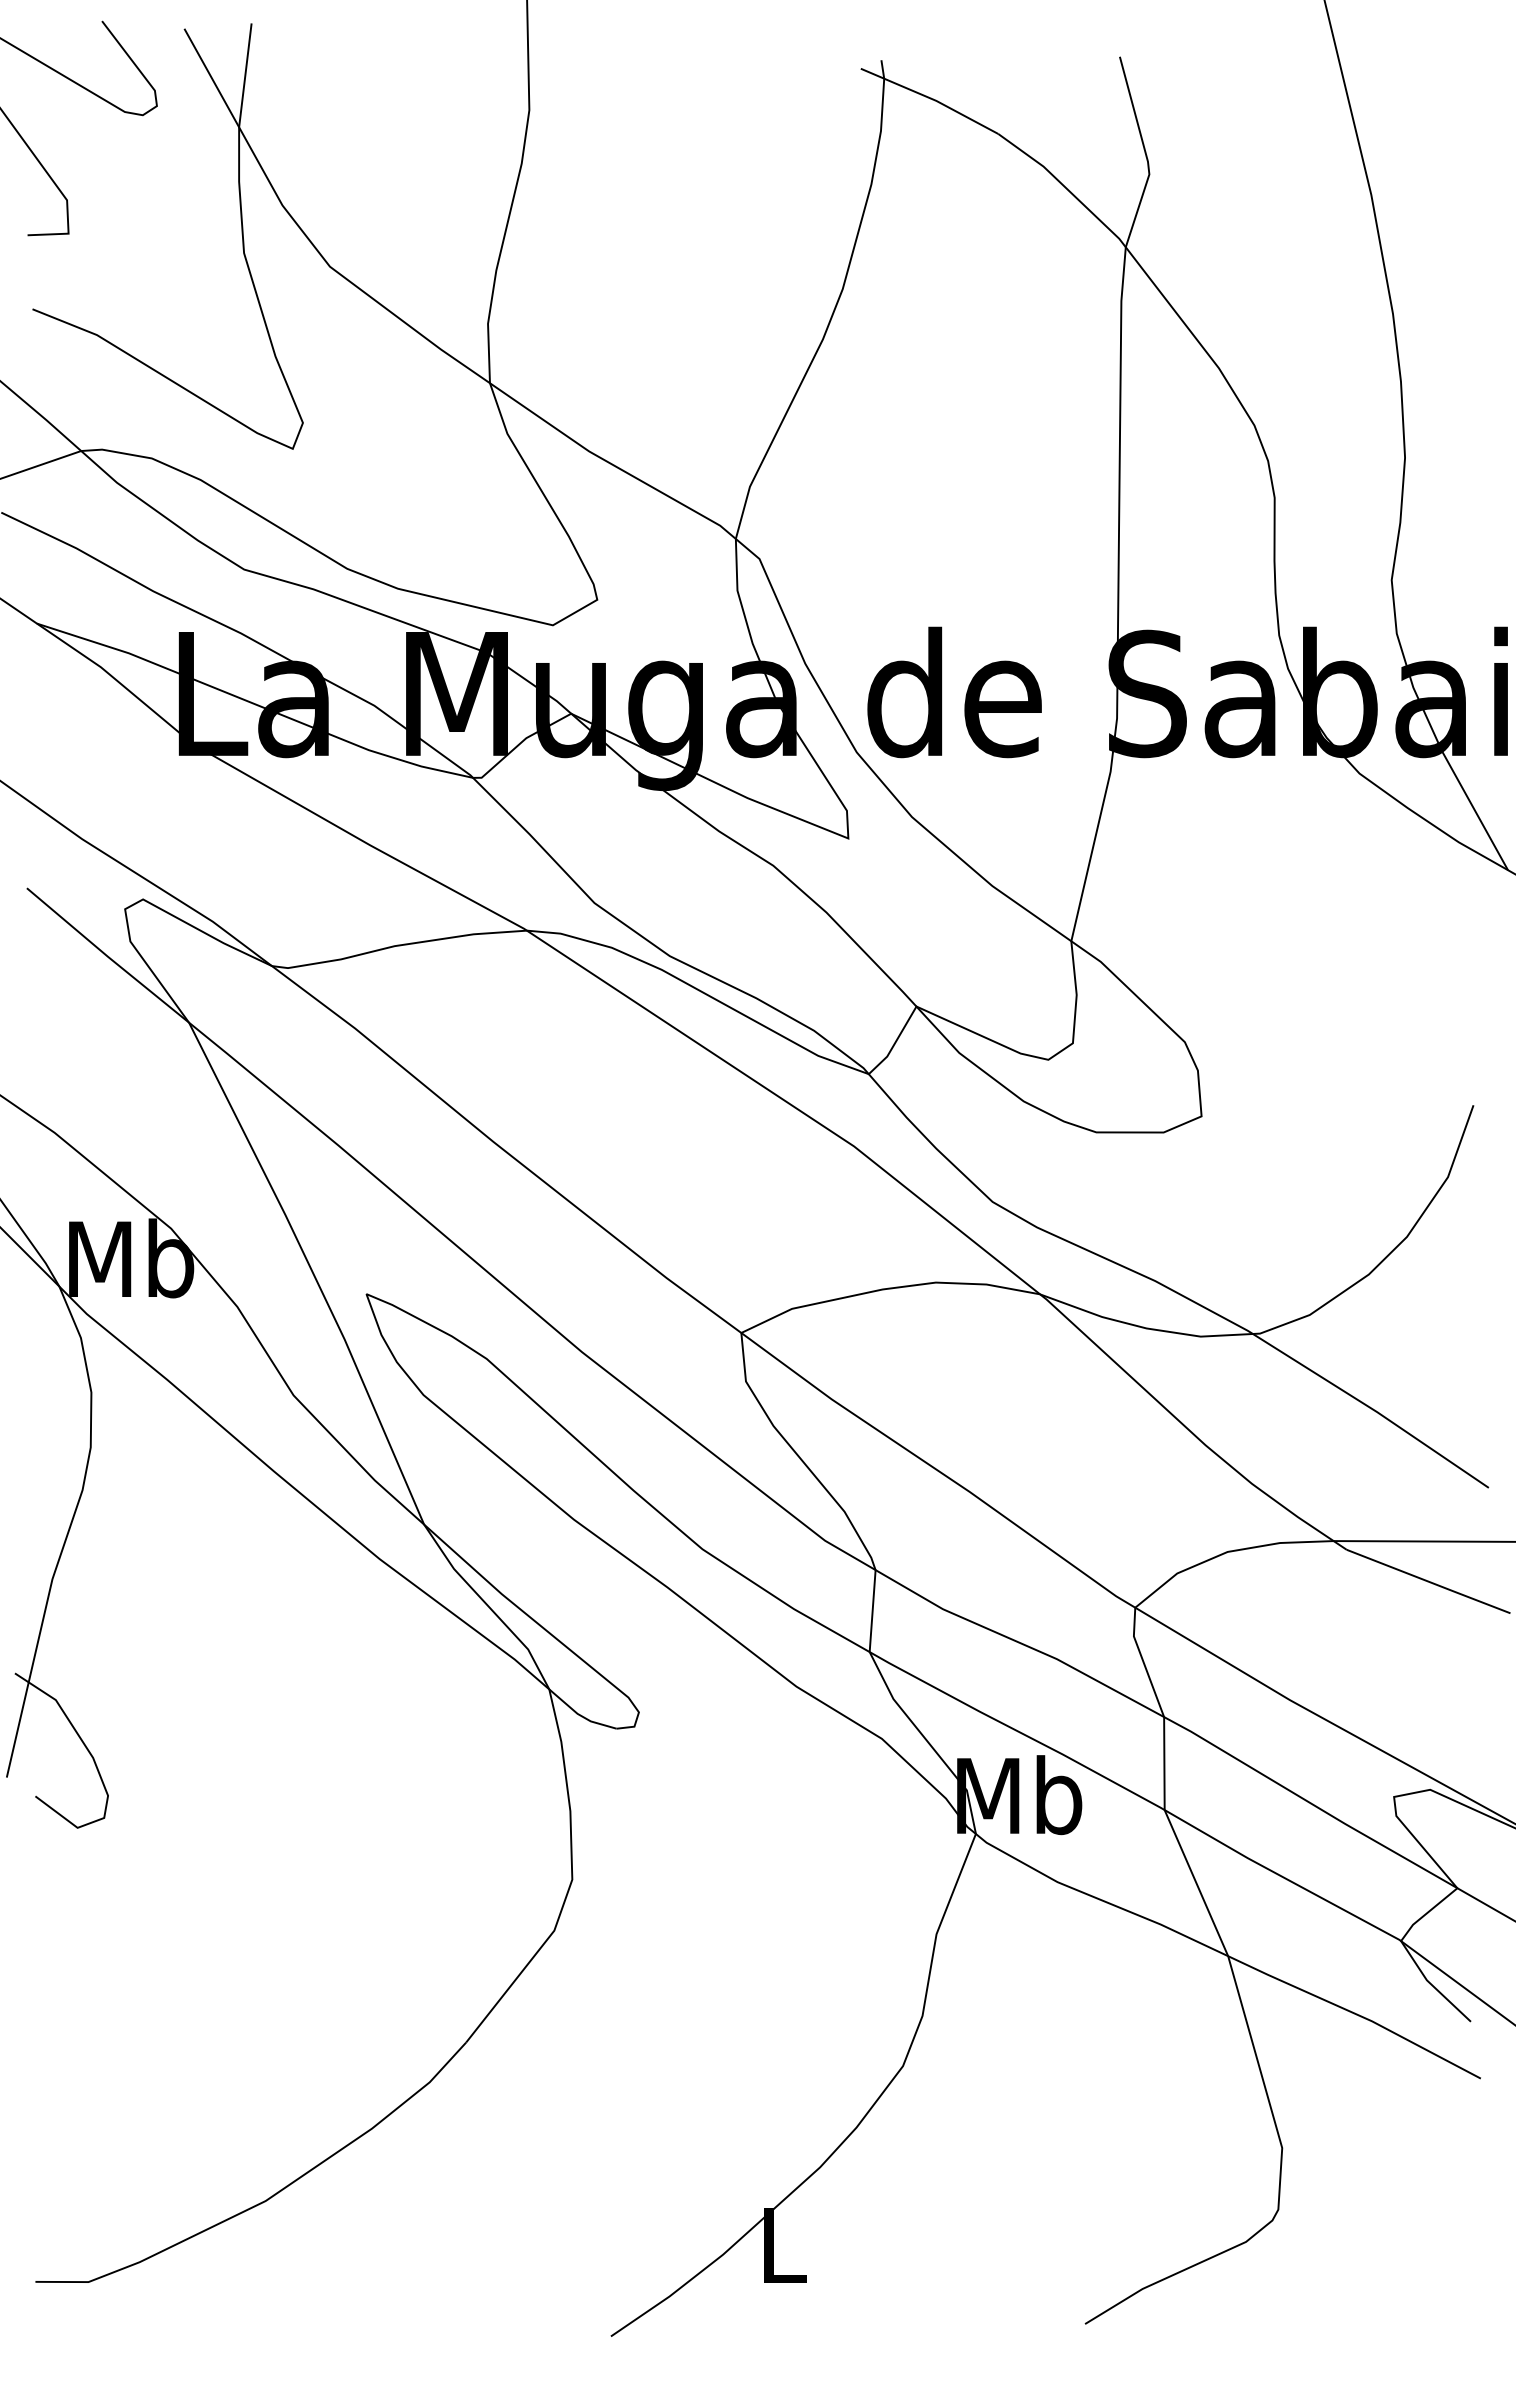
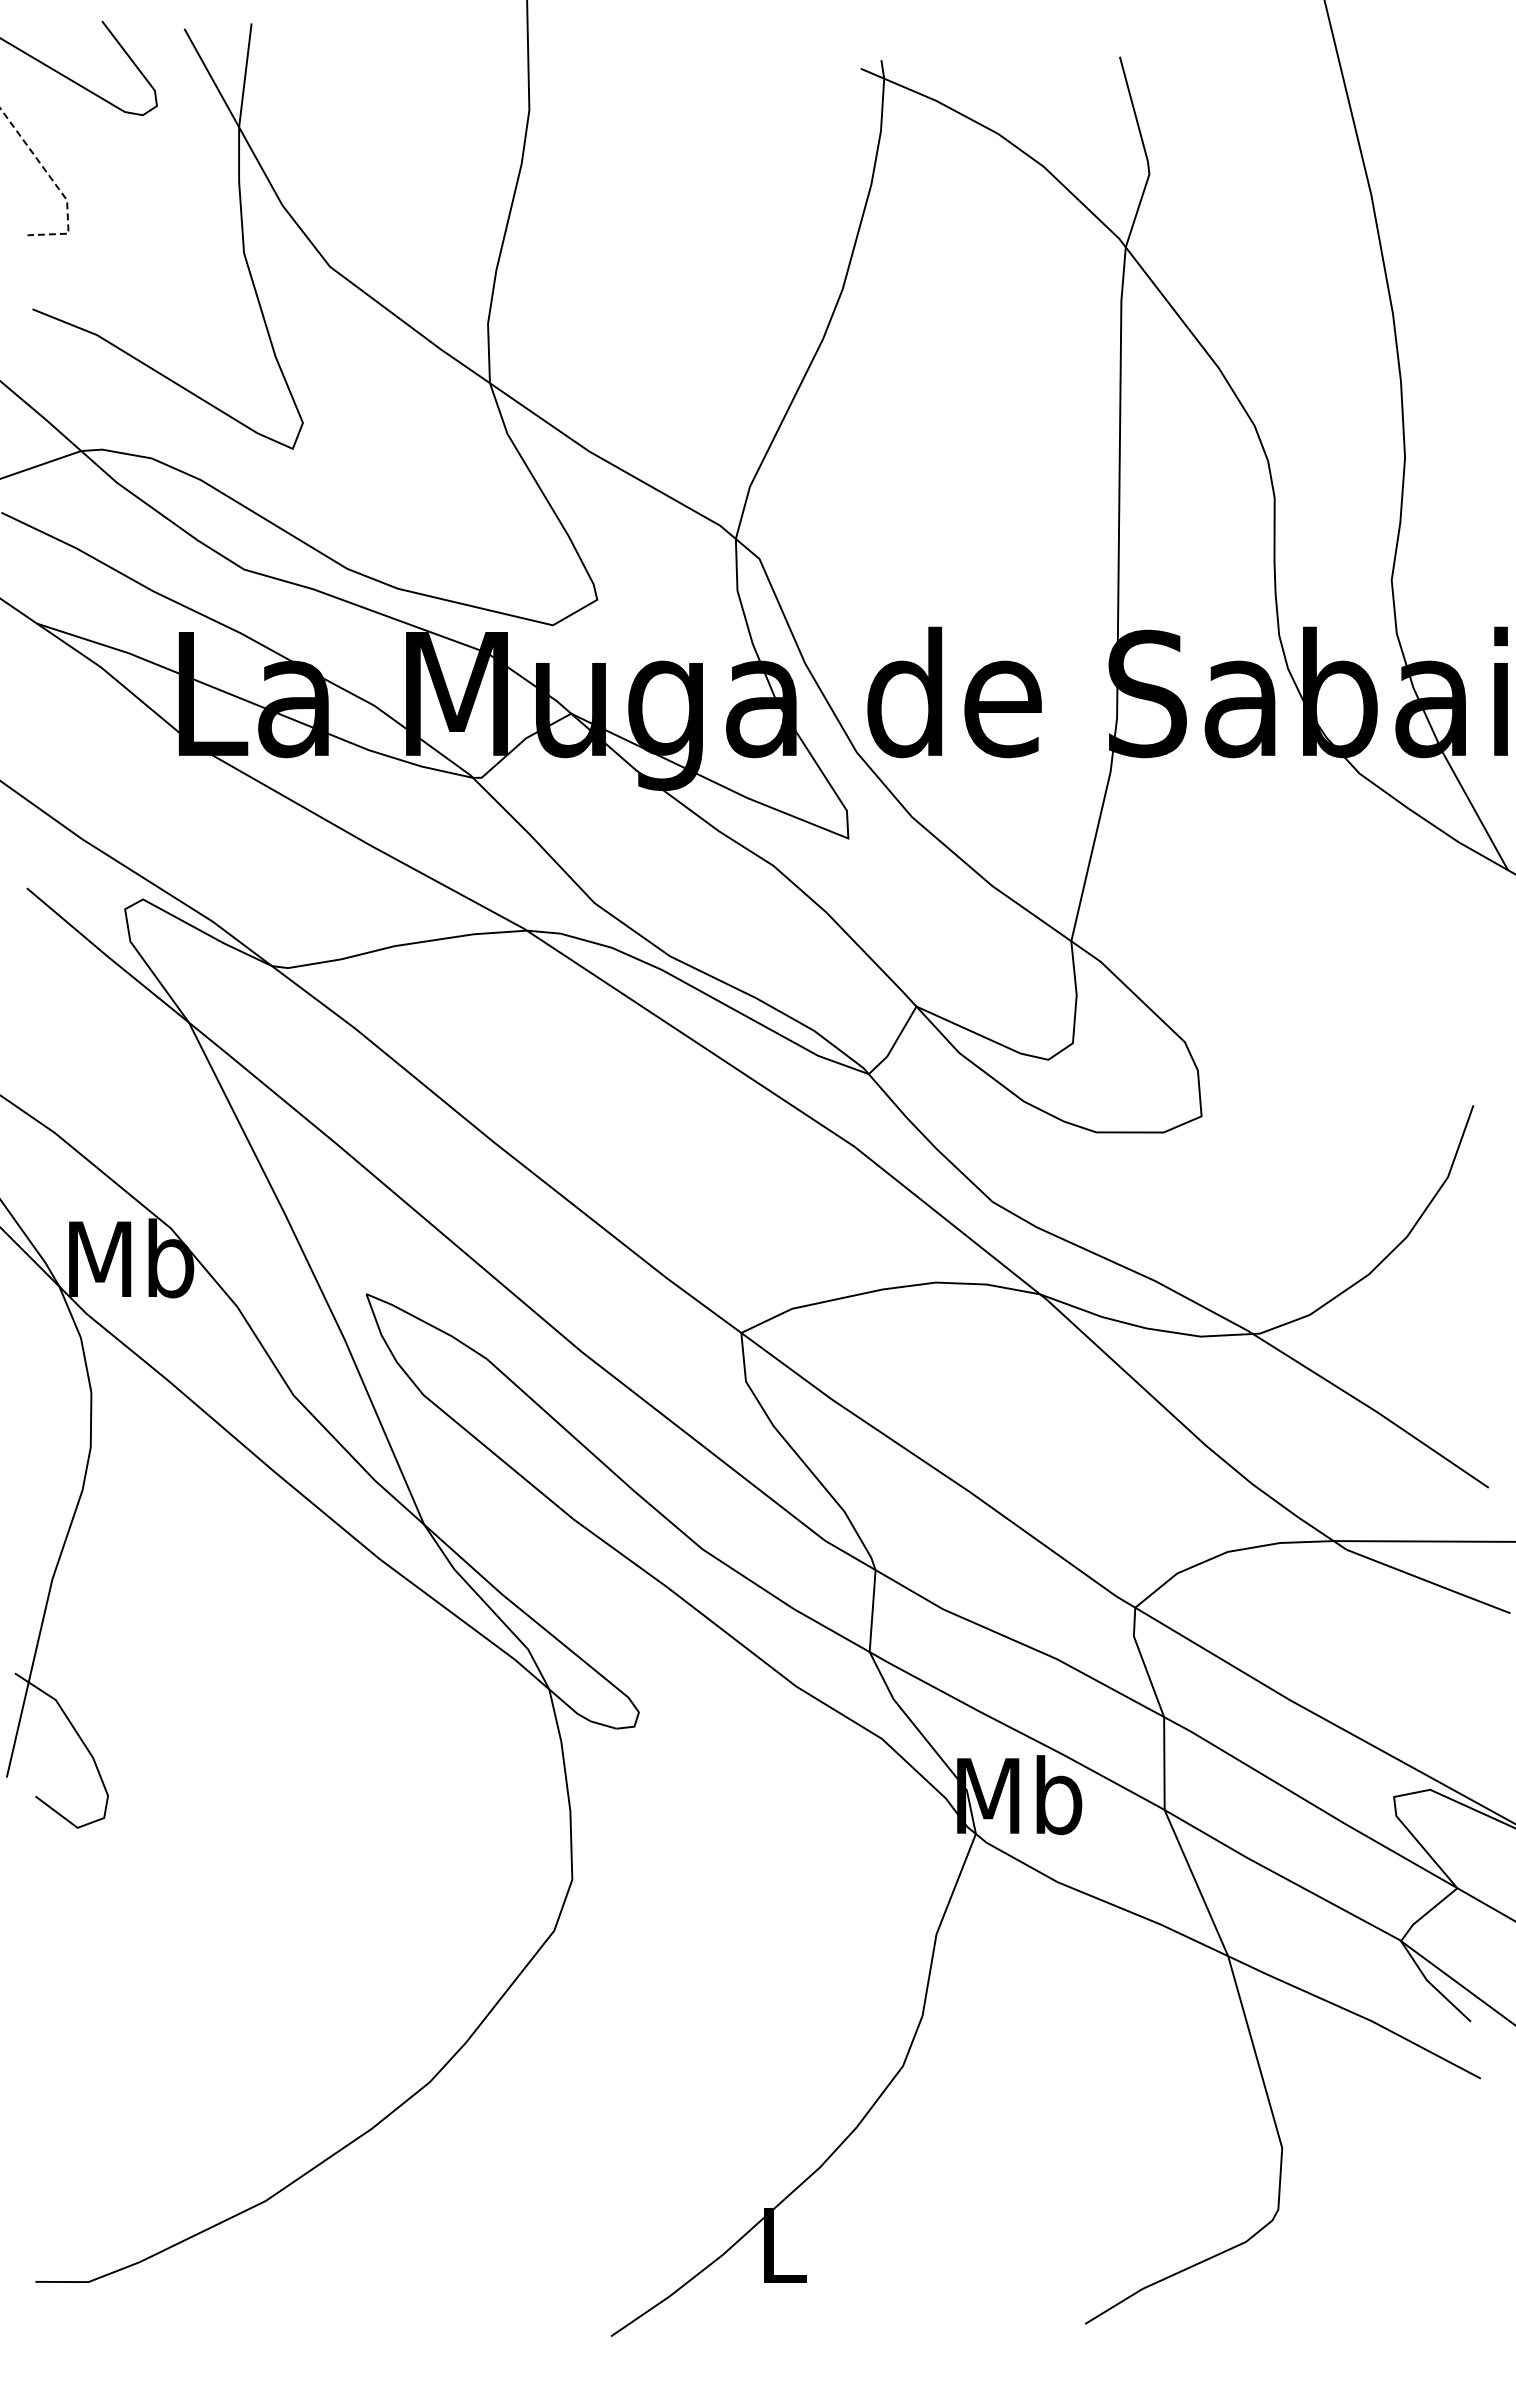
line at (56, 185): solid -> dashed
